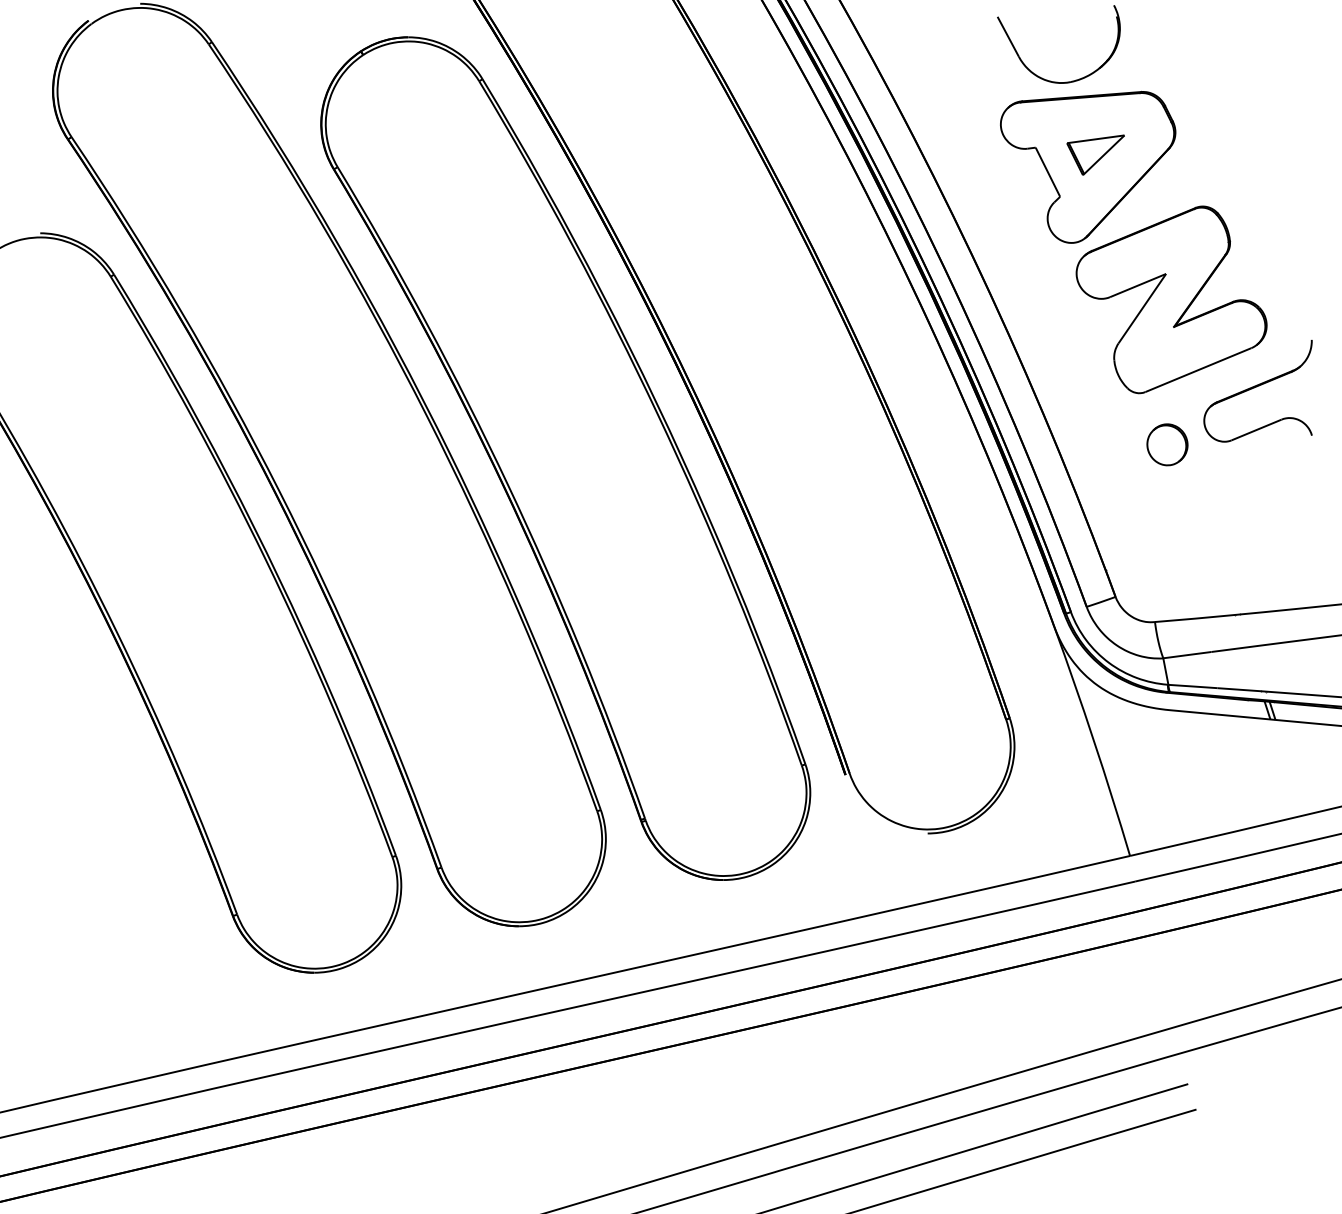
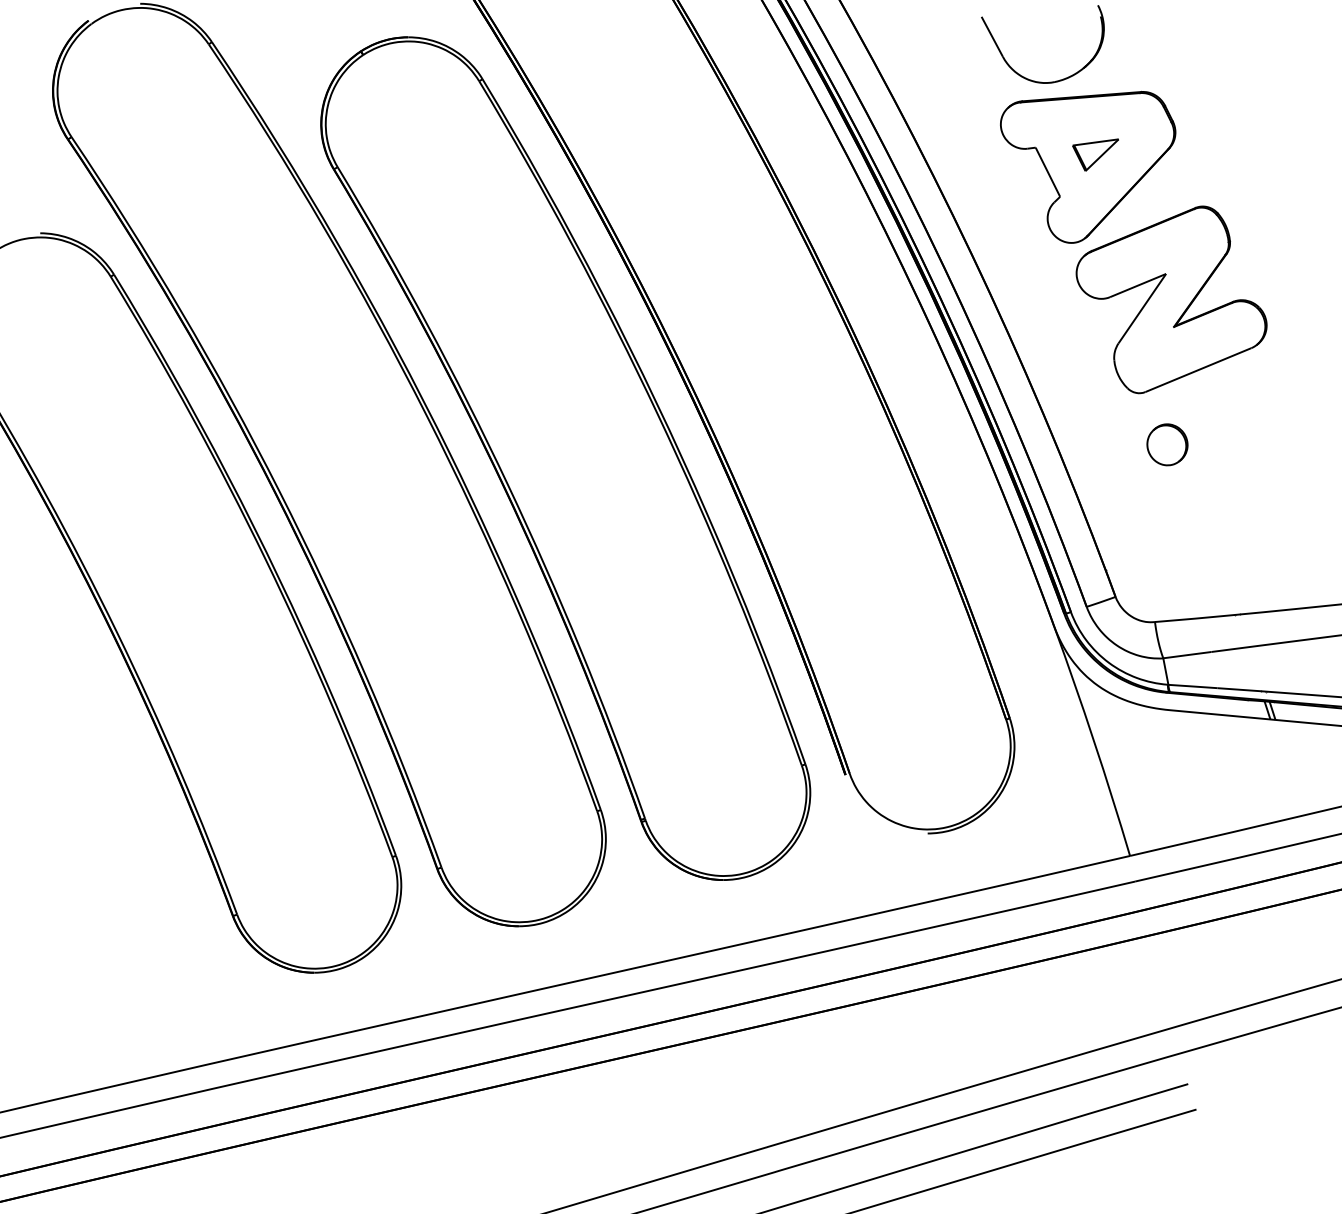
part at (1042, 77) position: (1042, 77) -> (1026, 77)
part at (1095, 154) size: 59x42 px -> 47x34 px
part at (1257, 391): present -> none
